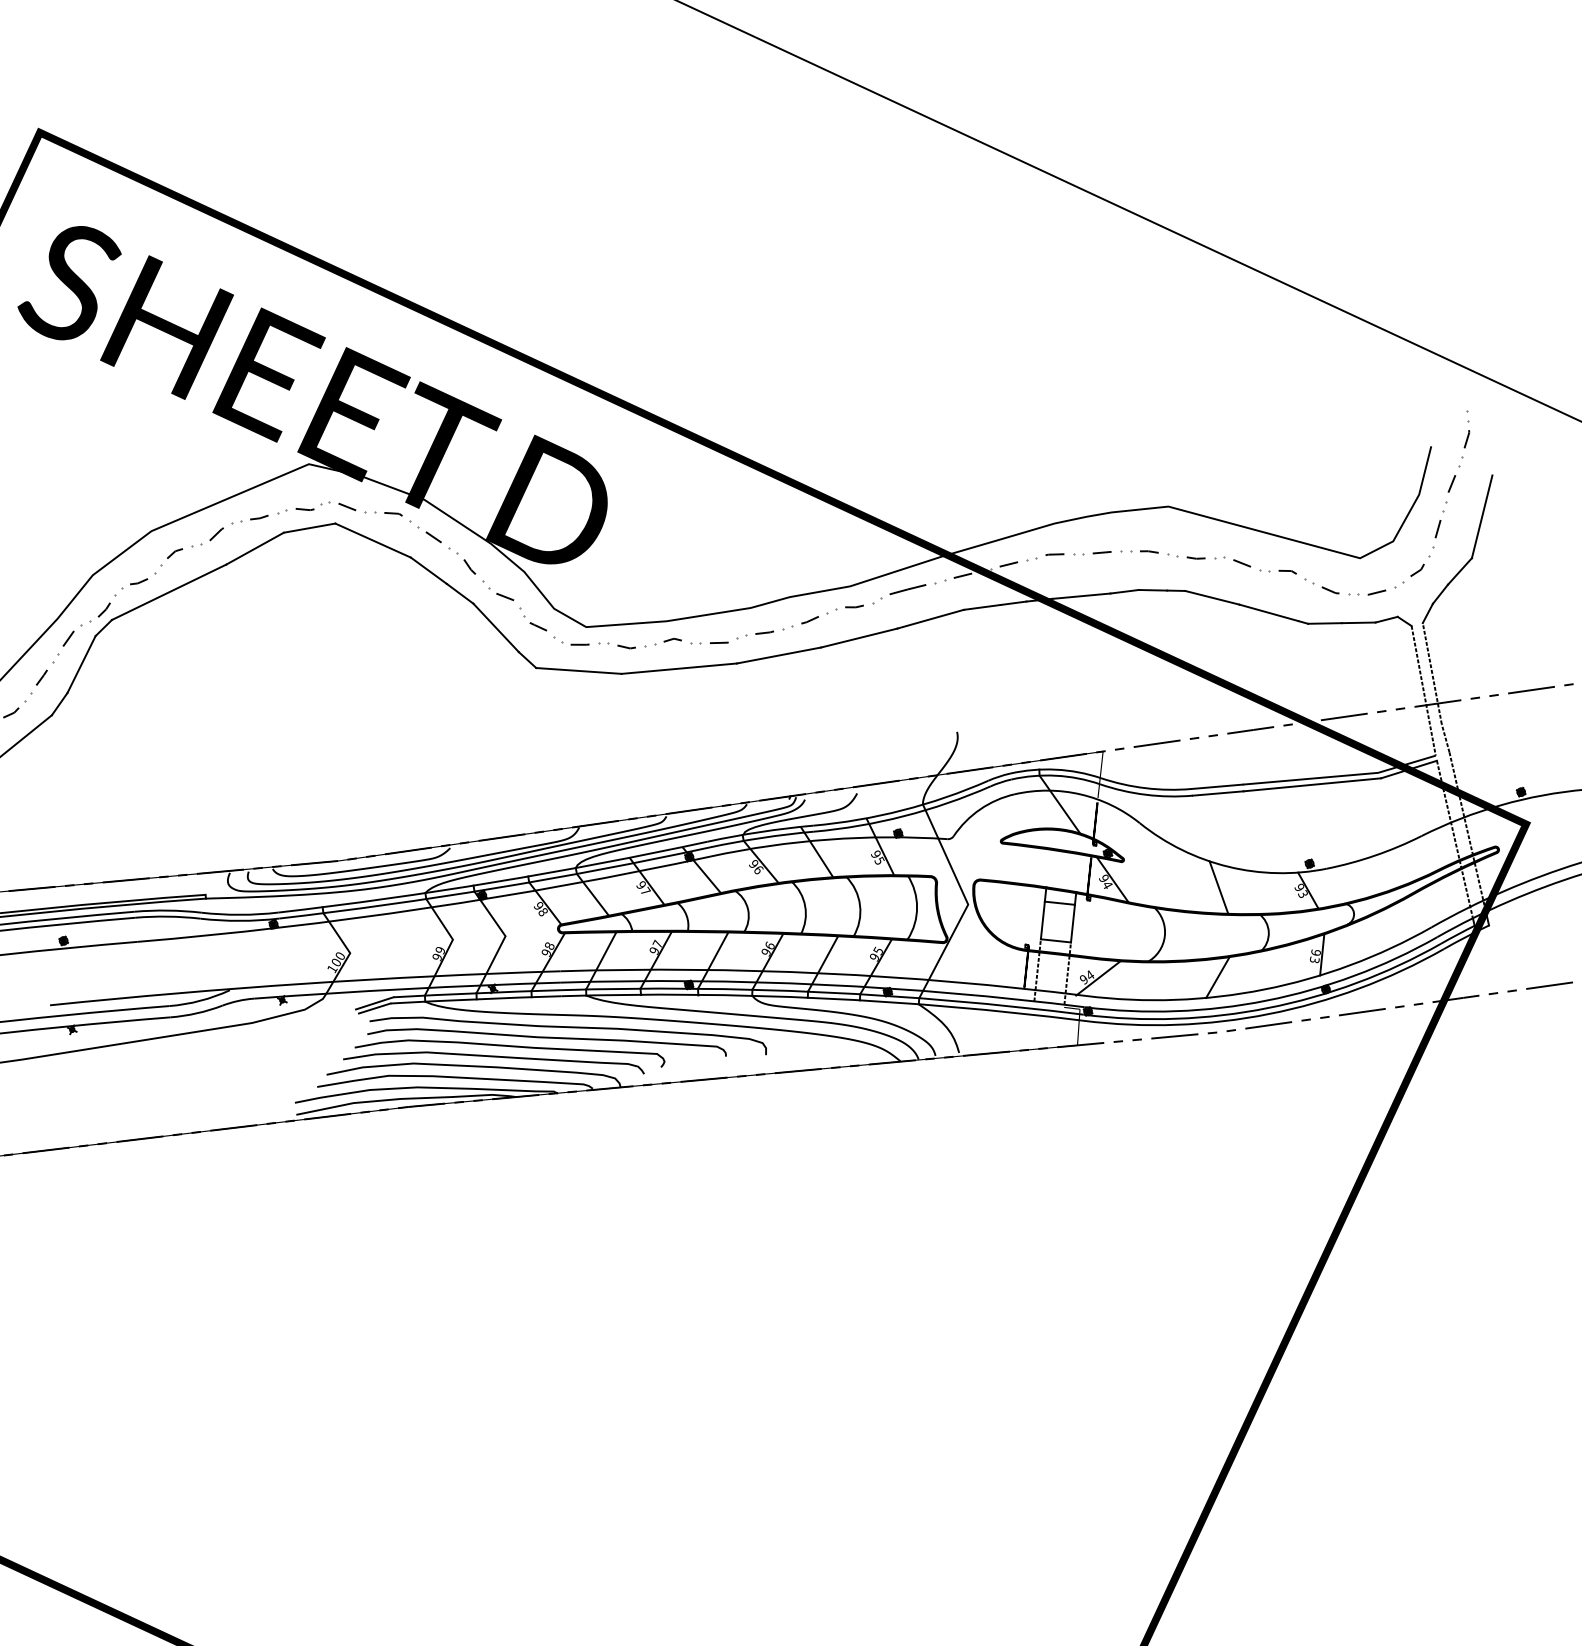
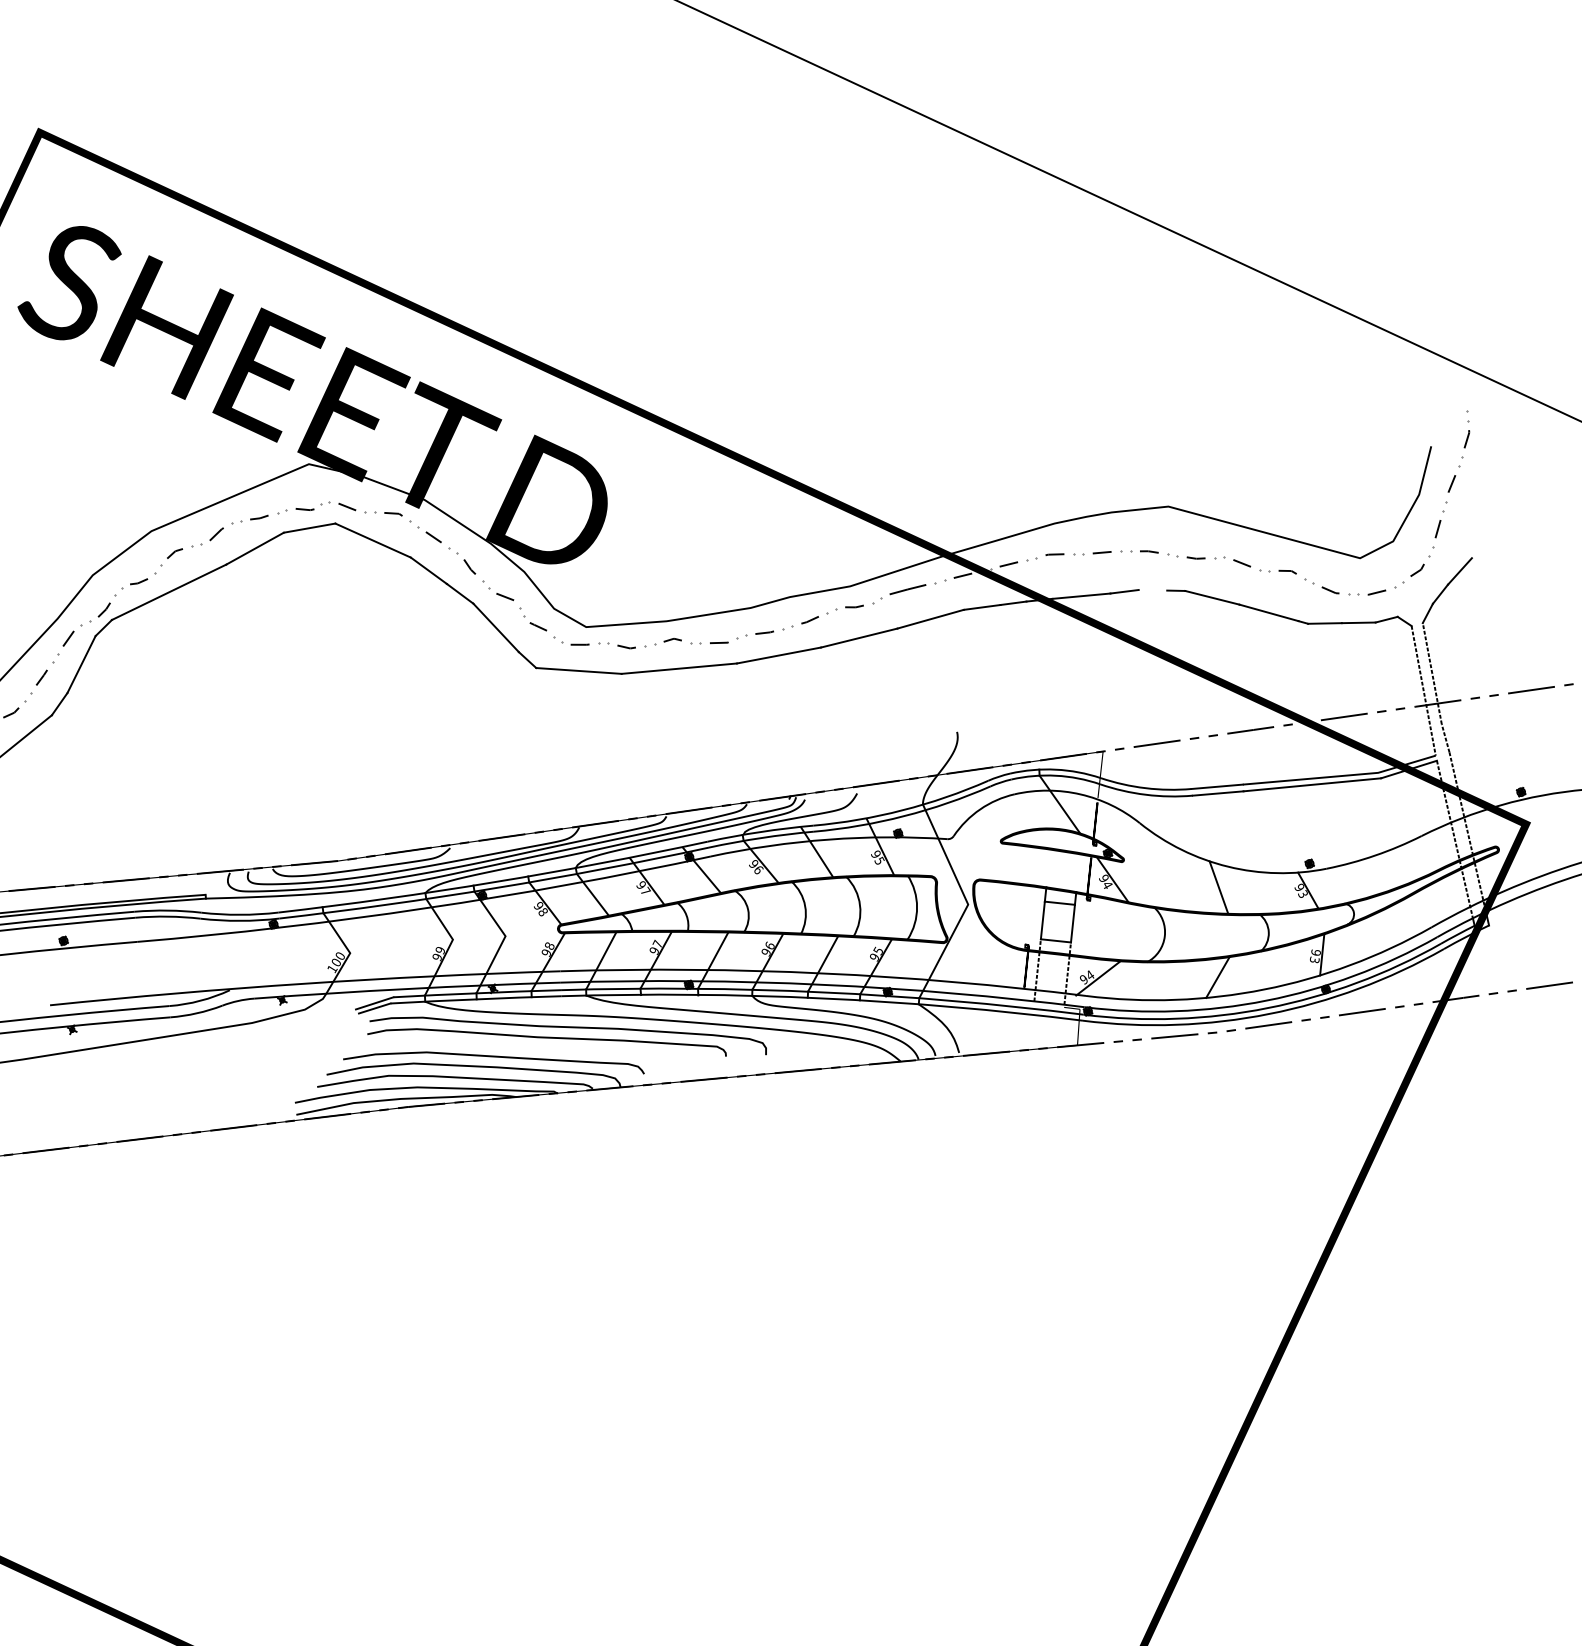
line at (1481, 516): present -> none
line at (1152, 590): present -> none
curve at (510, 1047): present -> none
